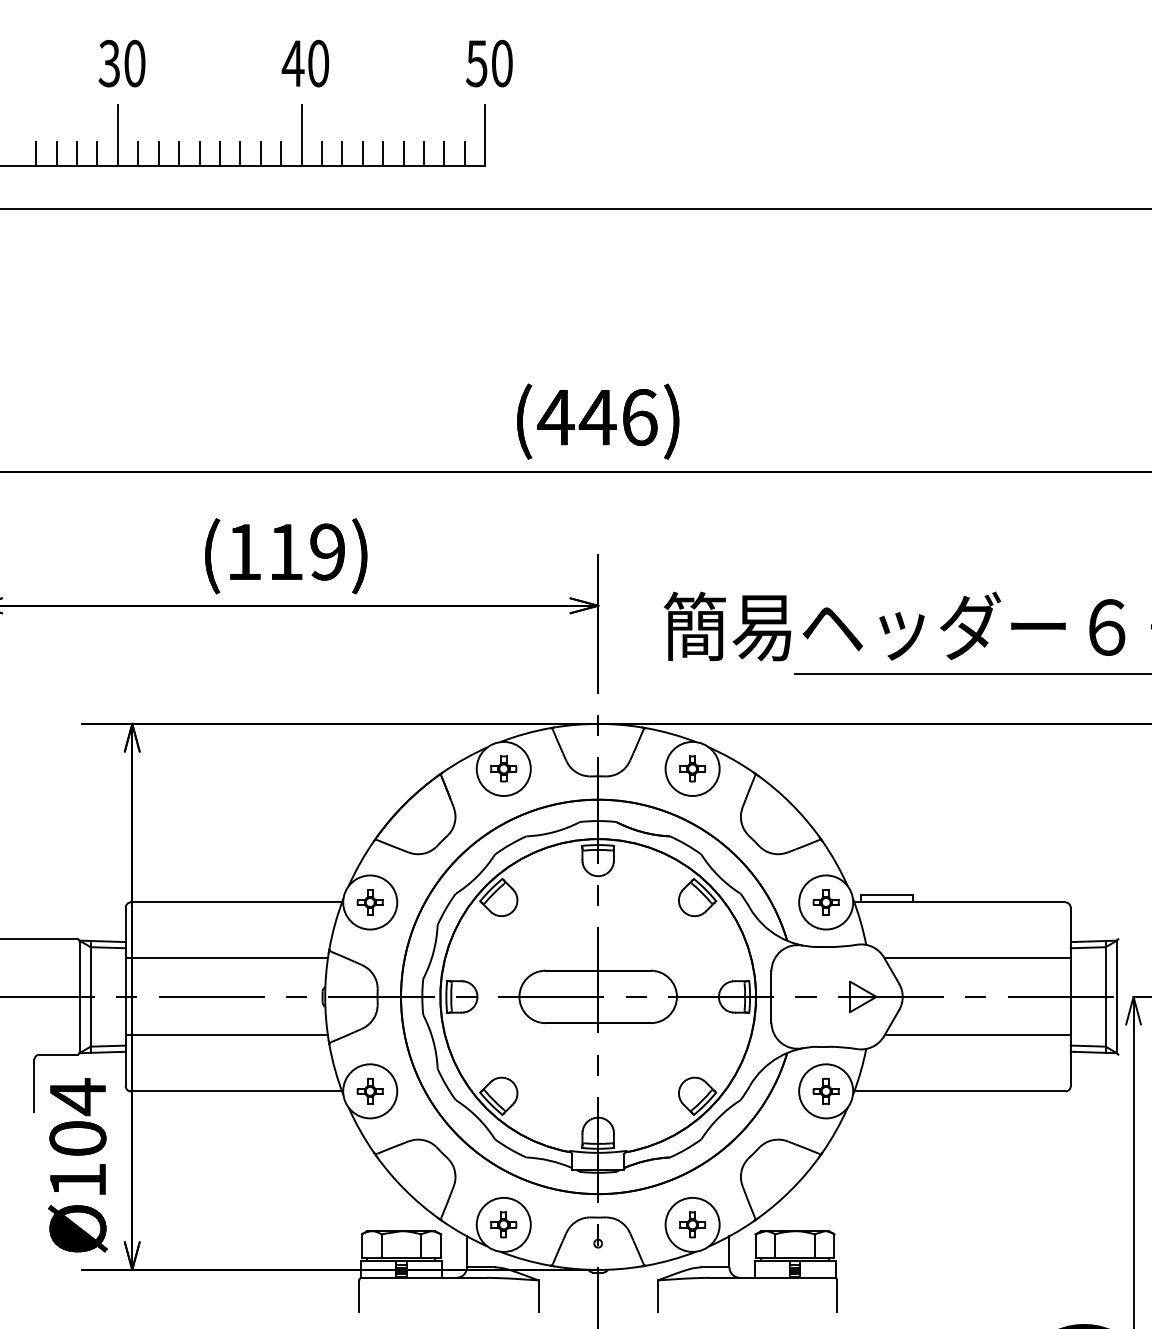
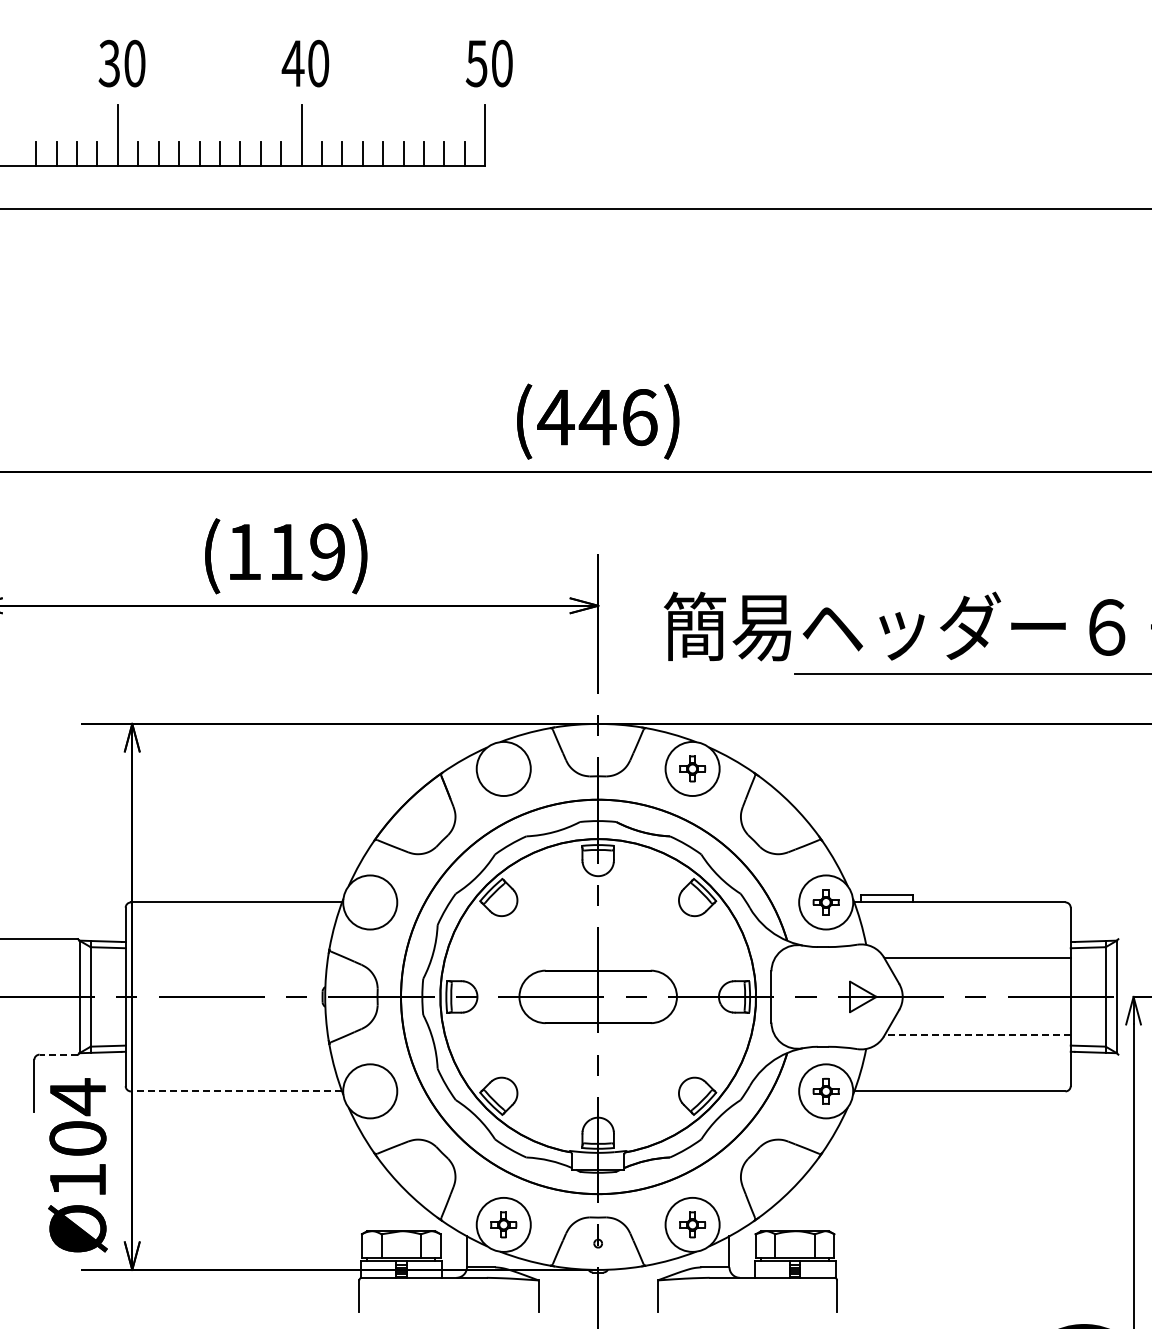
part at (503, 768): present -> none
part at (369, 902): present -> none
line at (226, 958): present -> none
line at (226, 1035): present -> none
line at (977, 1035): solid -> dashed
line at (58, 1054): solid -> dashed
part at (369, 1090): present -> none
line at (236, 1091): solid -> dashed
